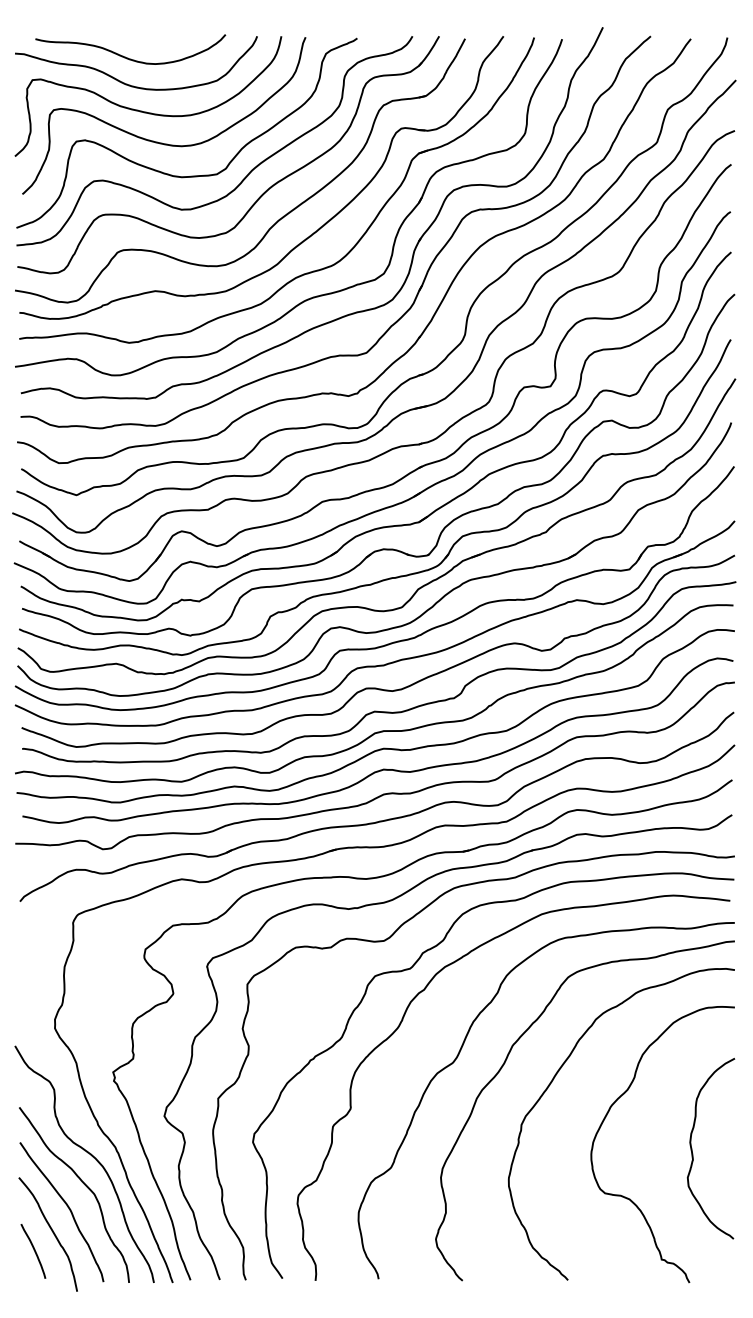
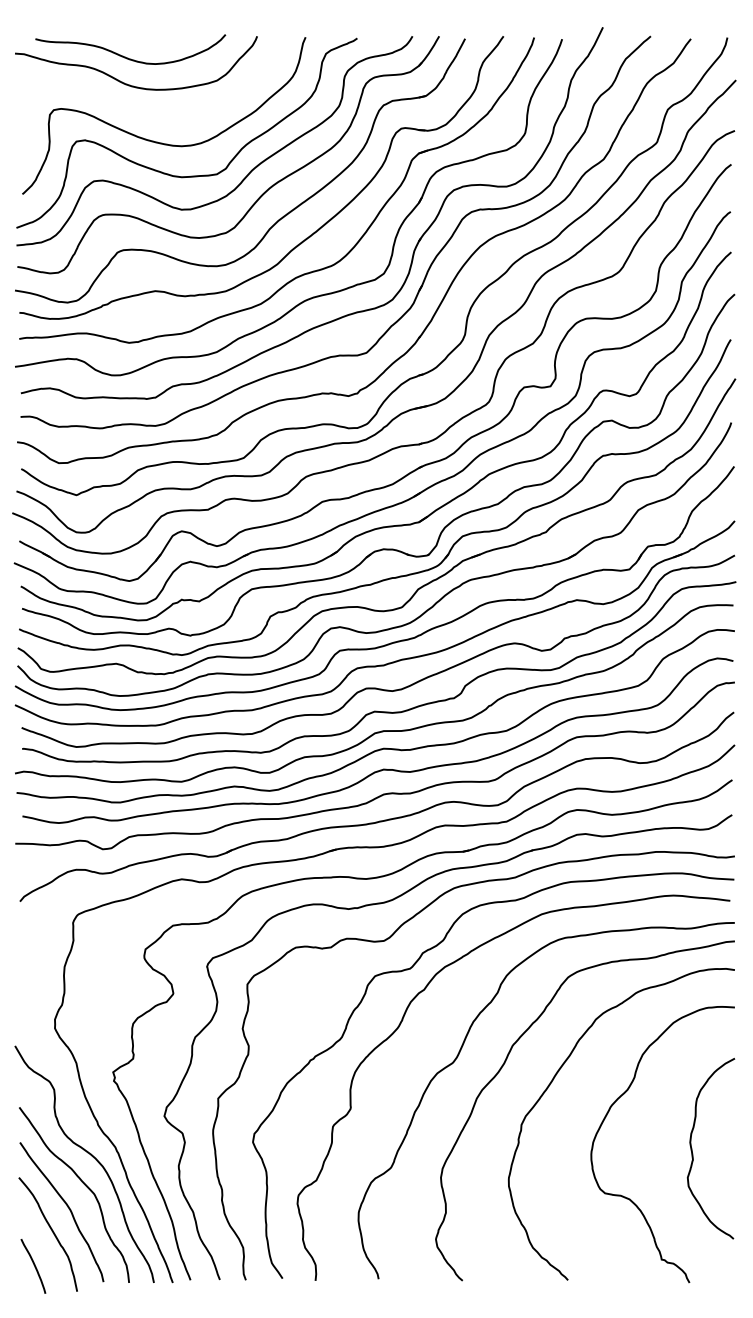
curve at (146, 111): present -> none
curve at (33, 1250) position: (33, 1250) -> (33, 1265)
